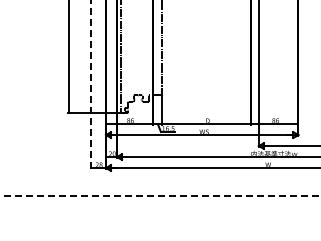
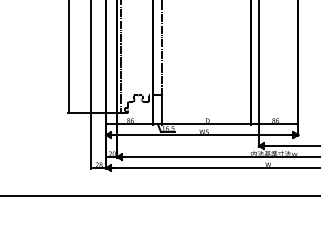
line at (90, 84): dashed -> solid
line at (160, 195): dashed -> solid
